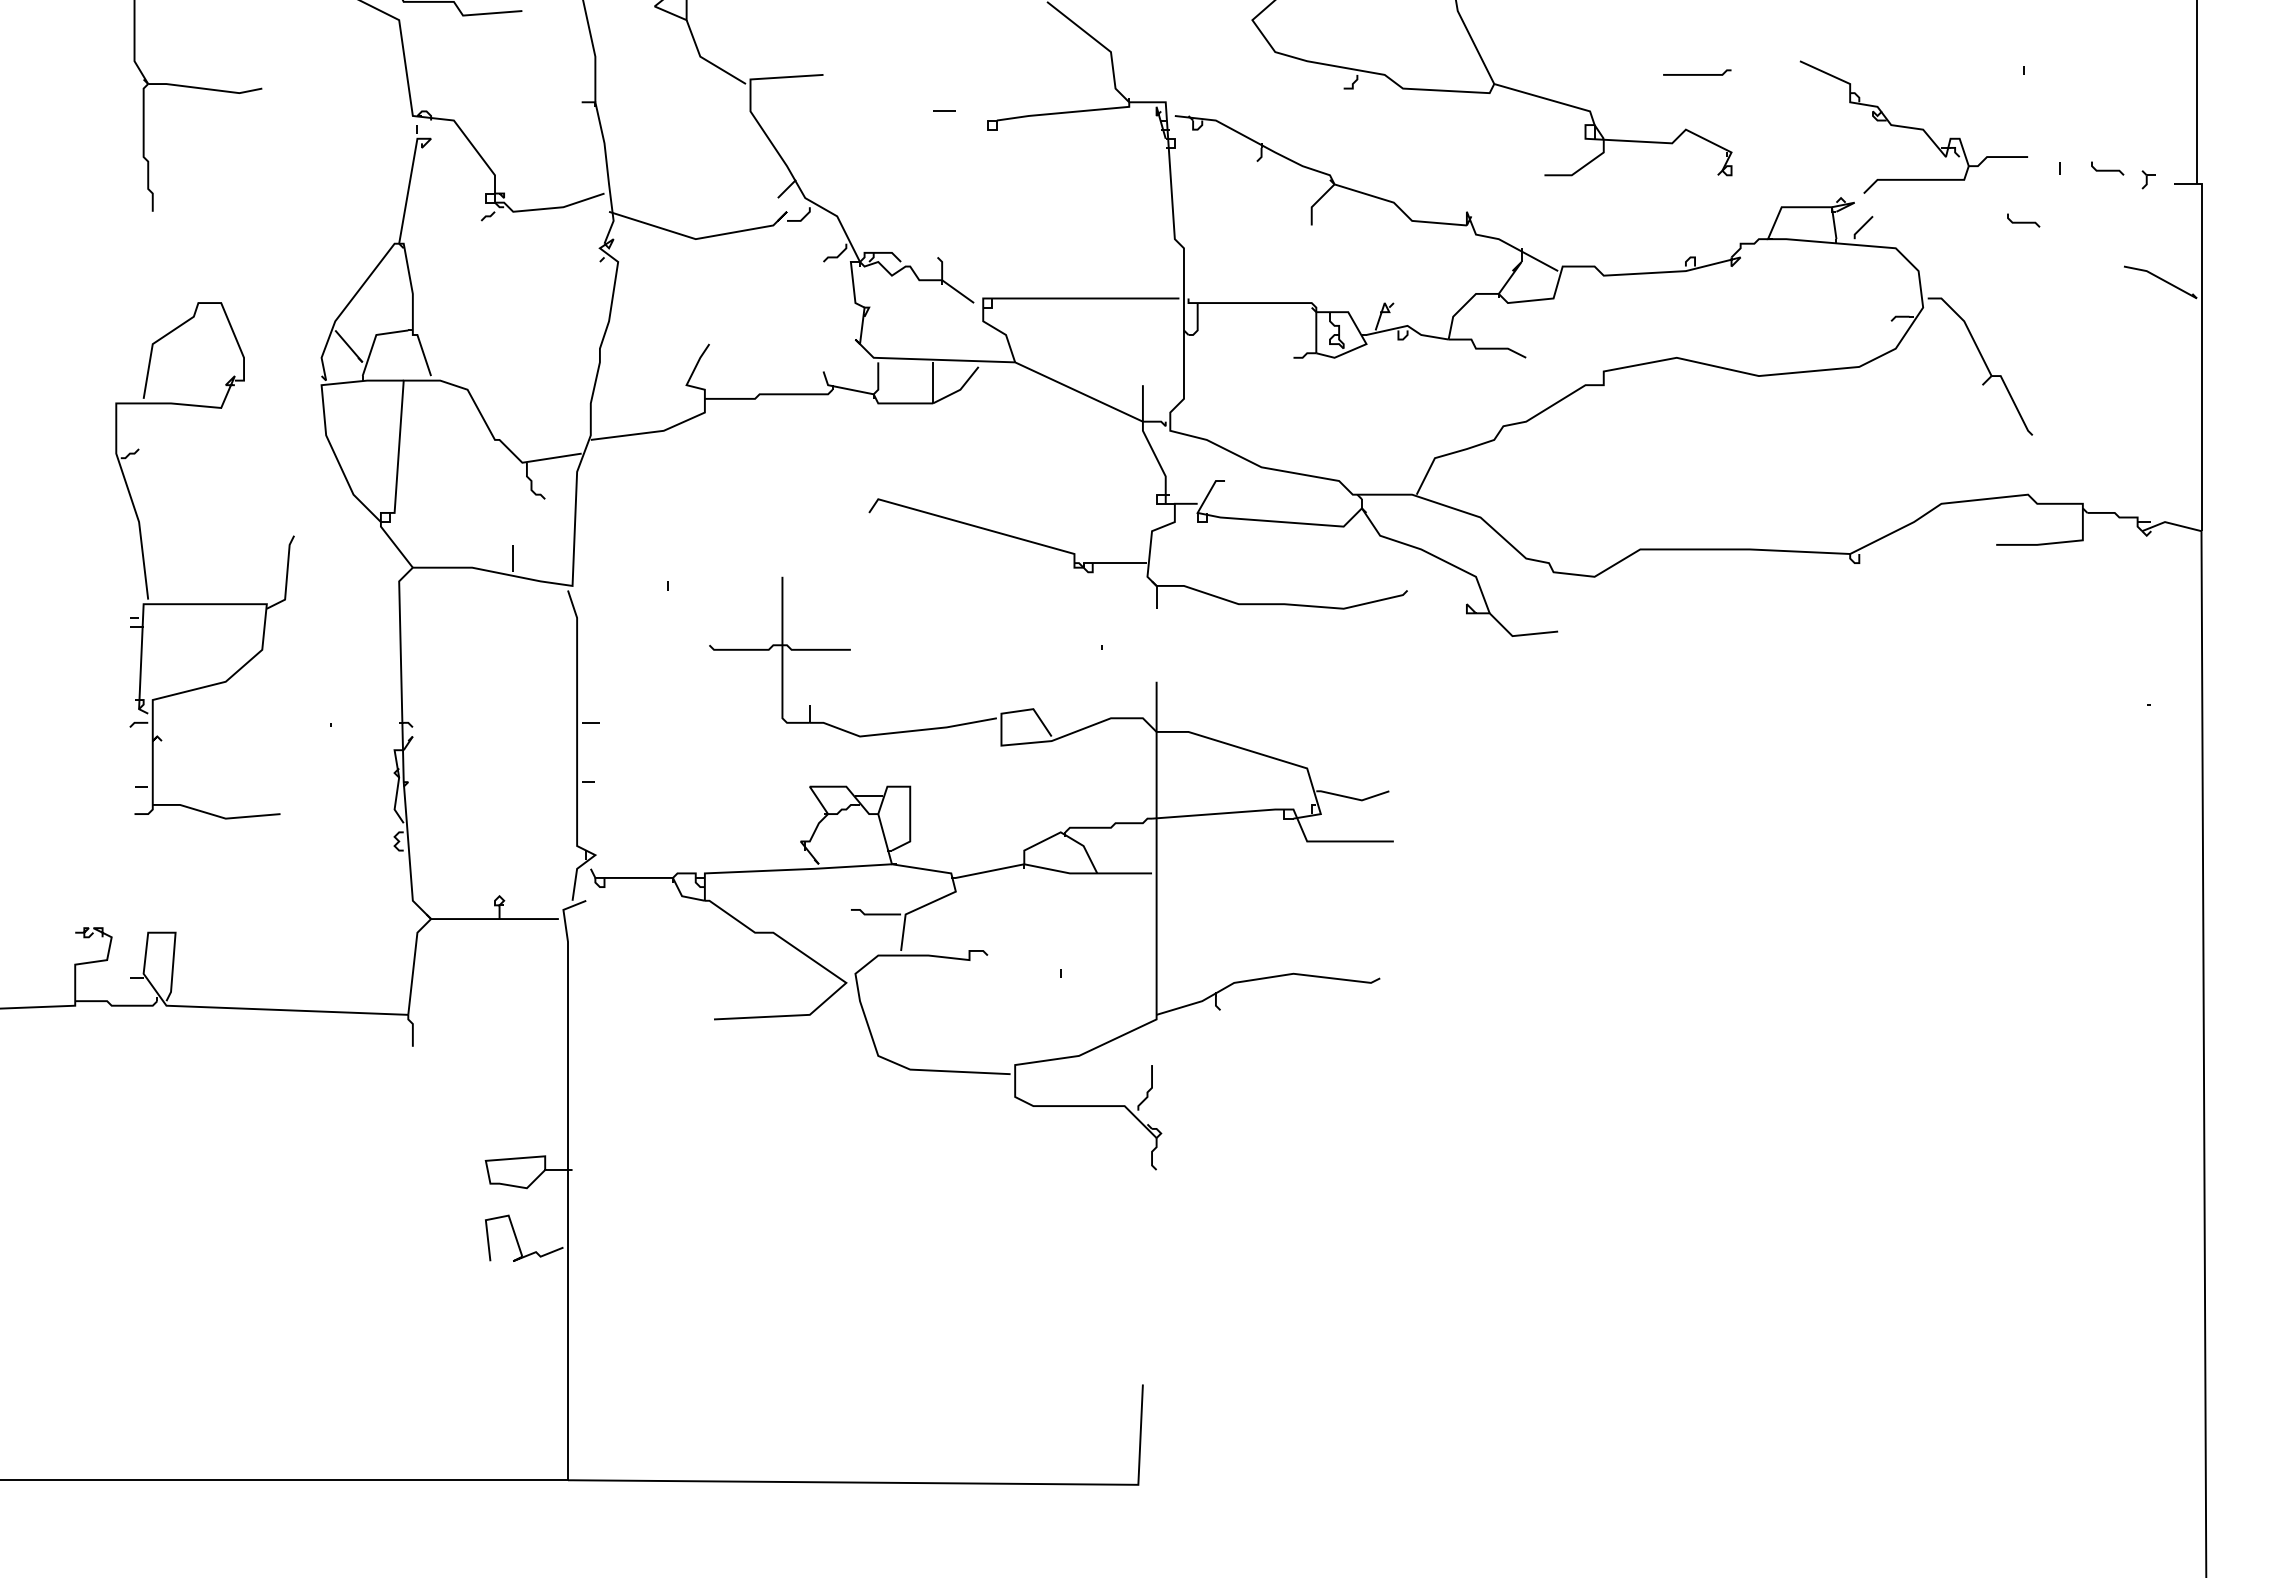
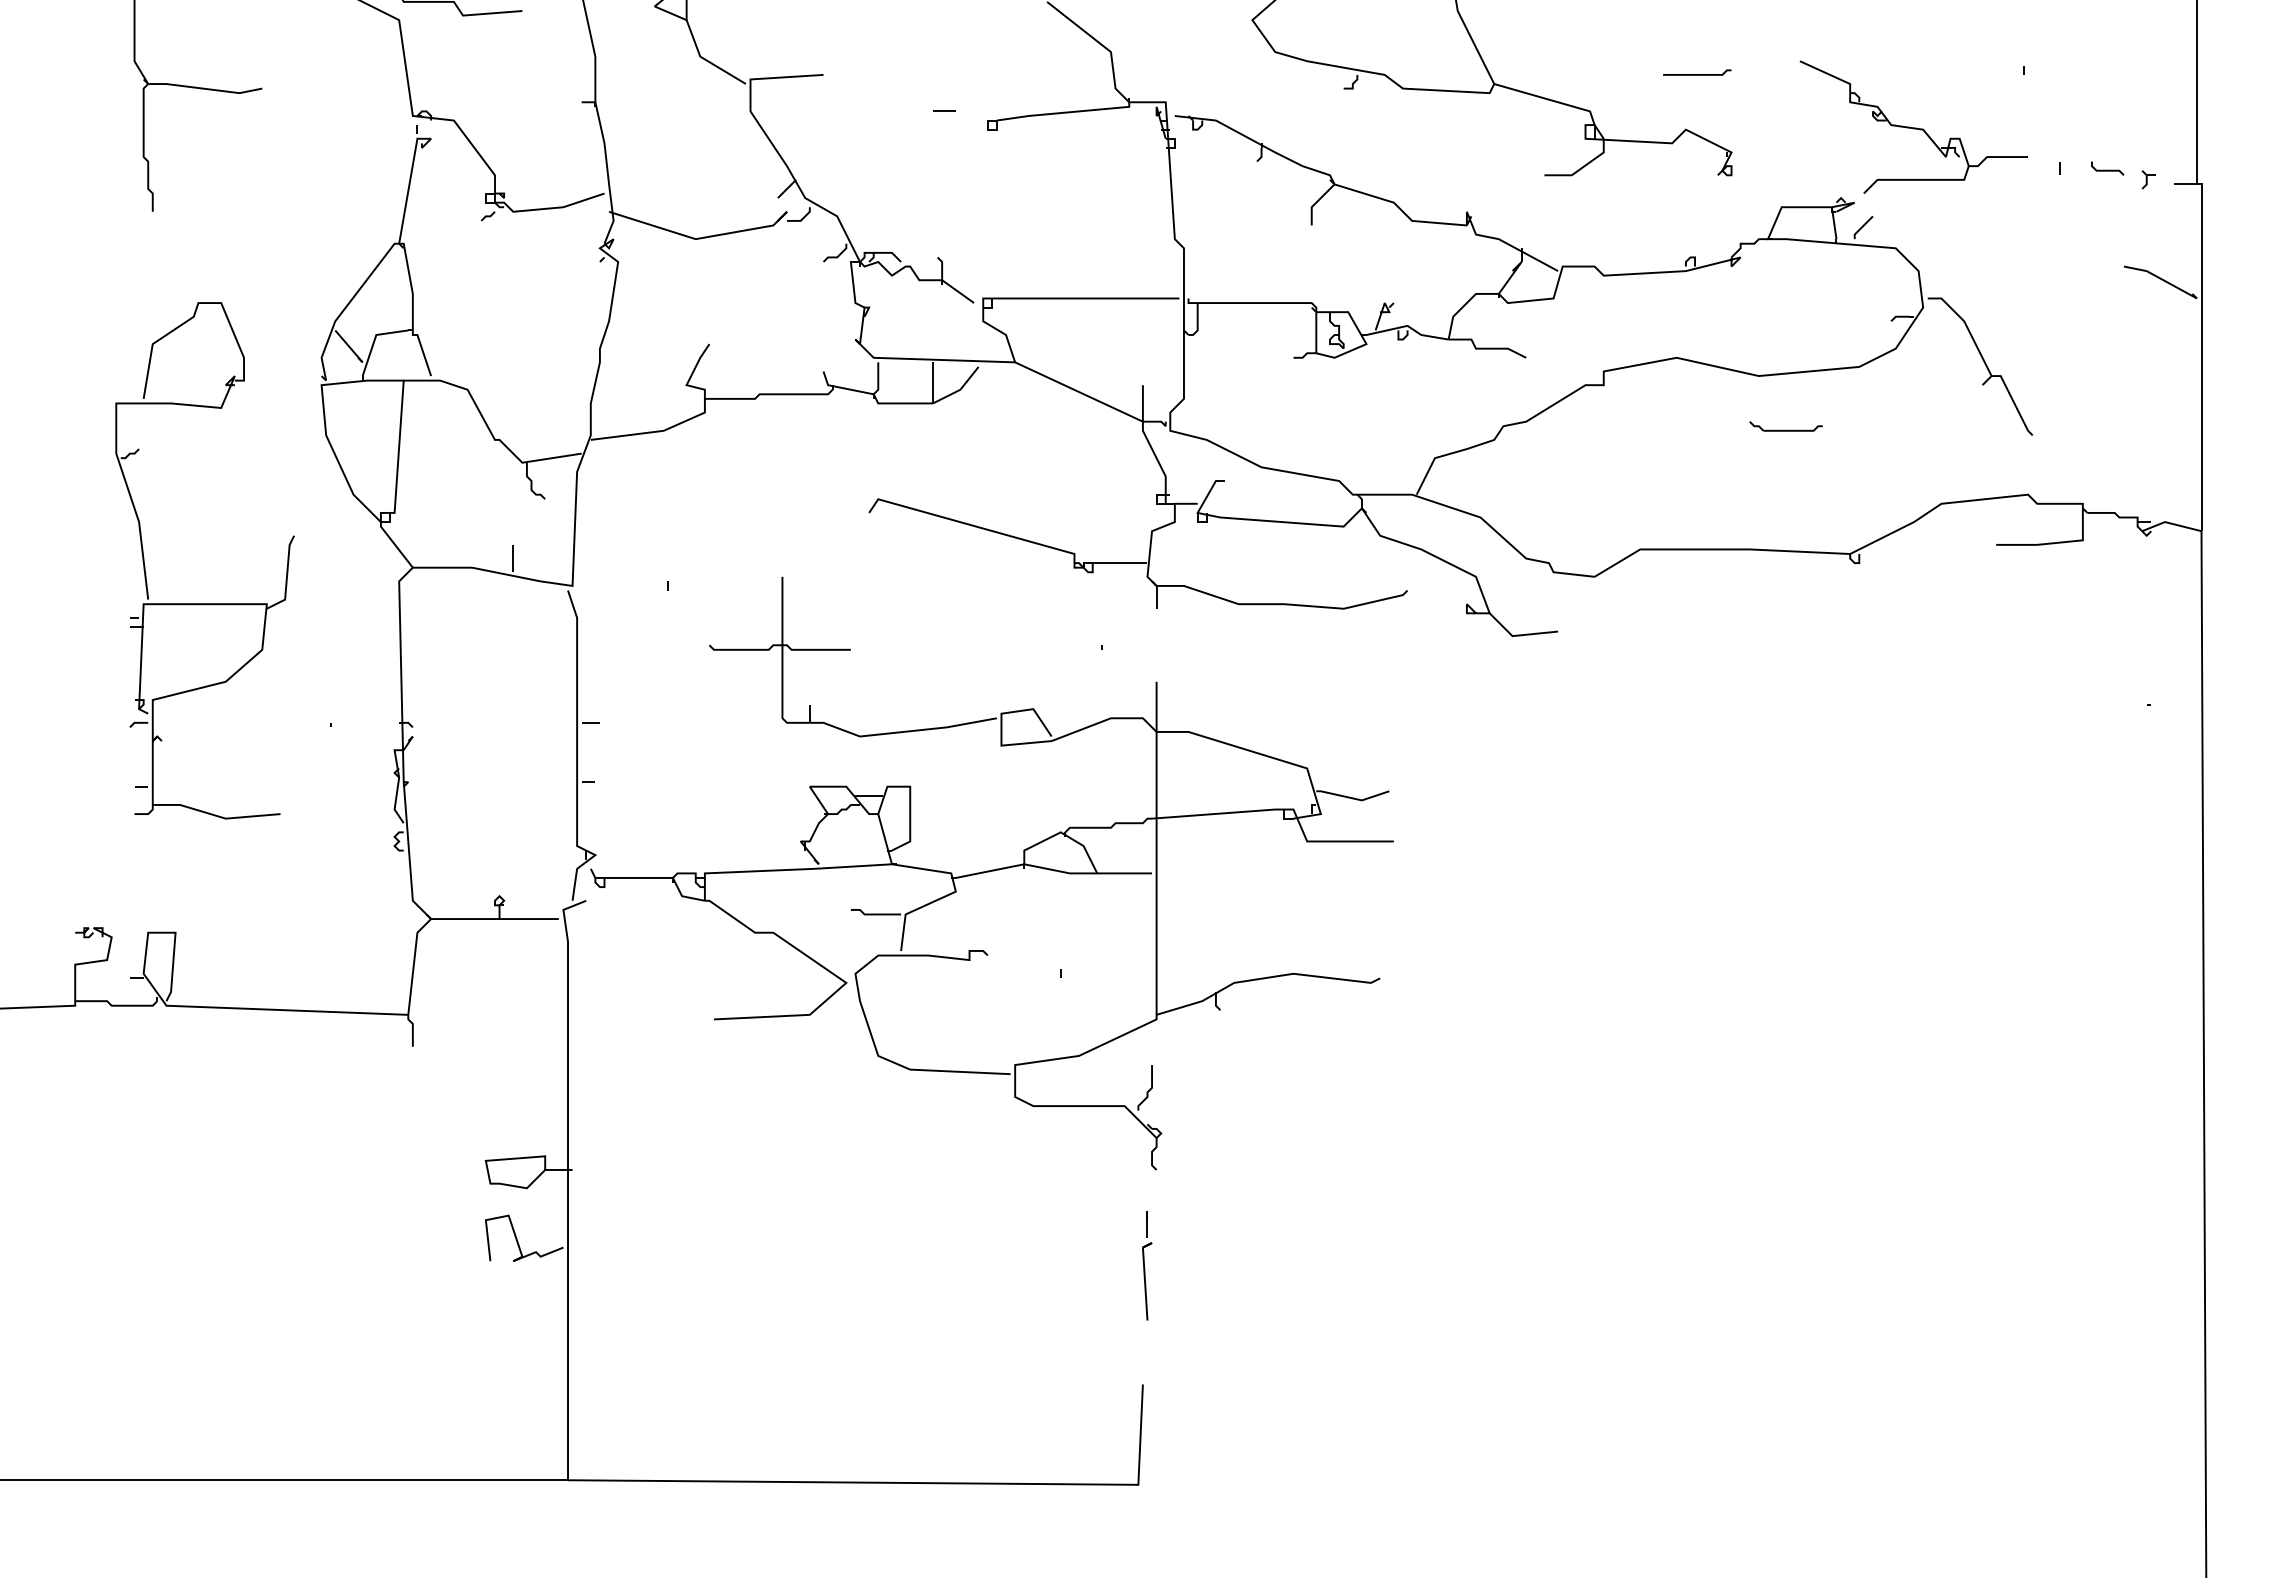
line at (2023, 221): present -> none
part at (1785, 426): none -> present
part at (1147, 1265): none -> present
